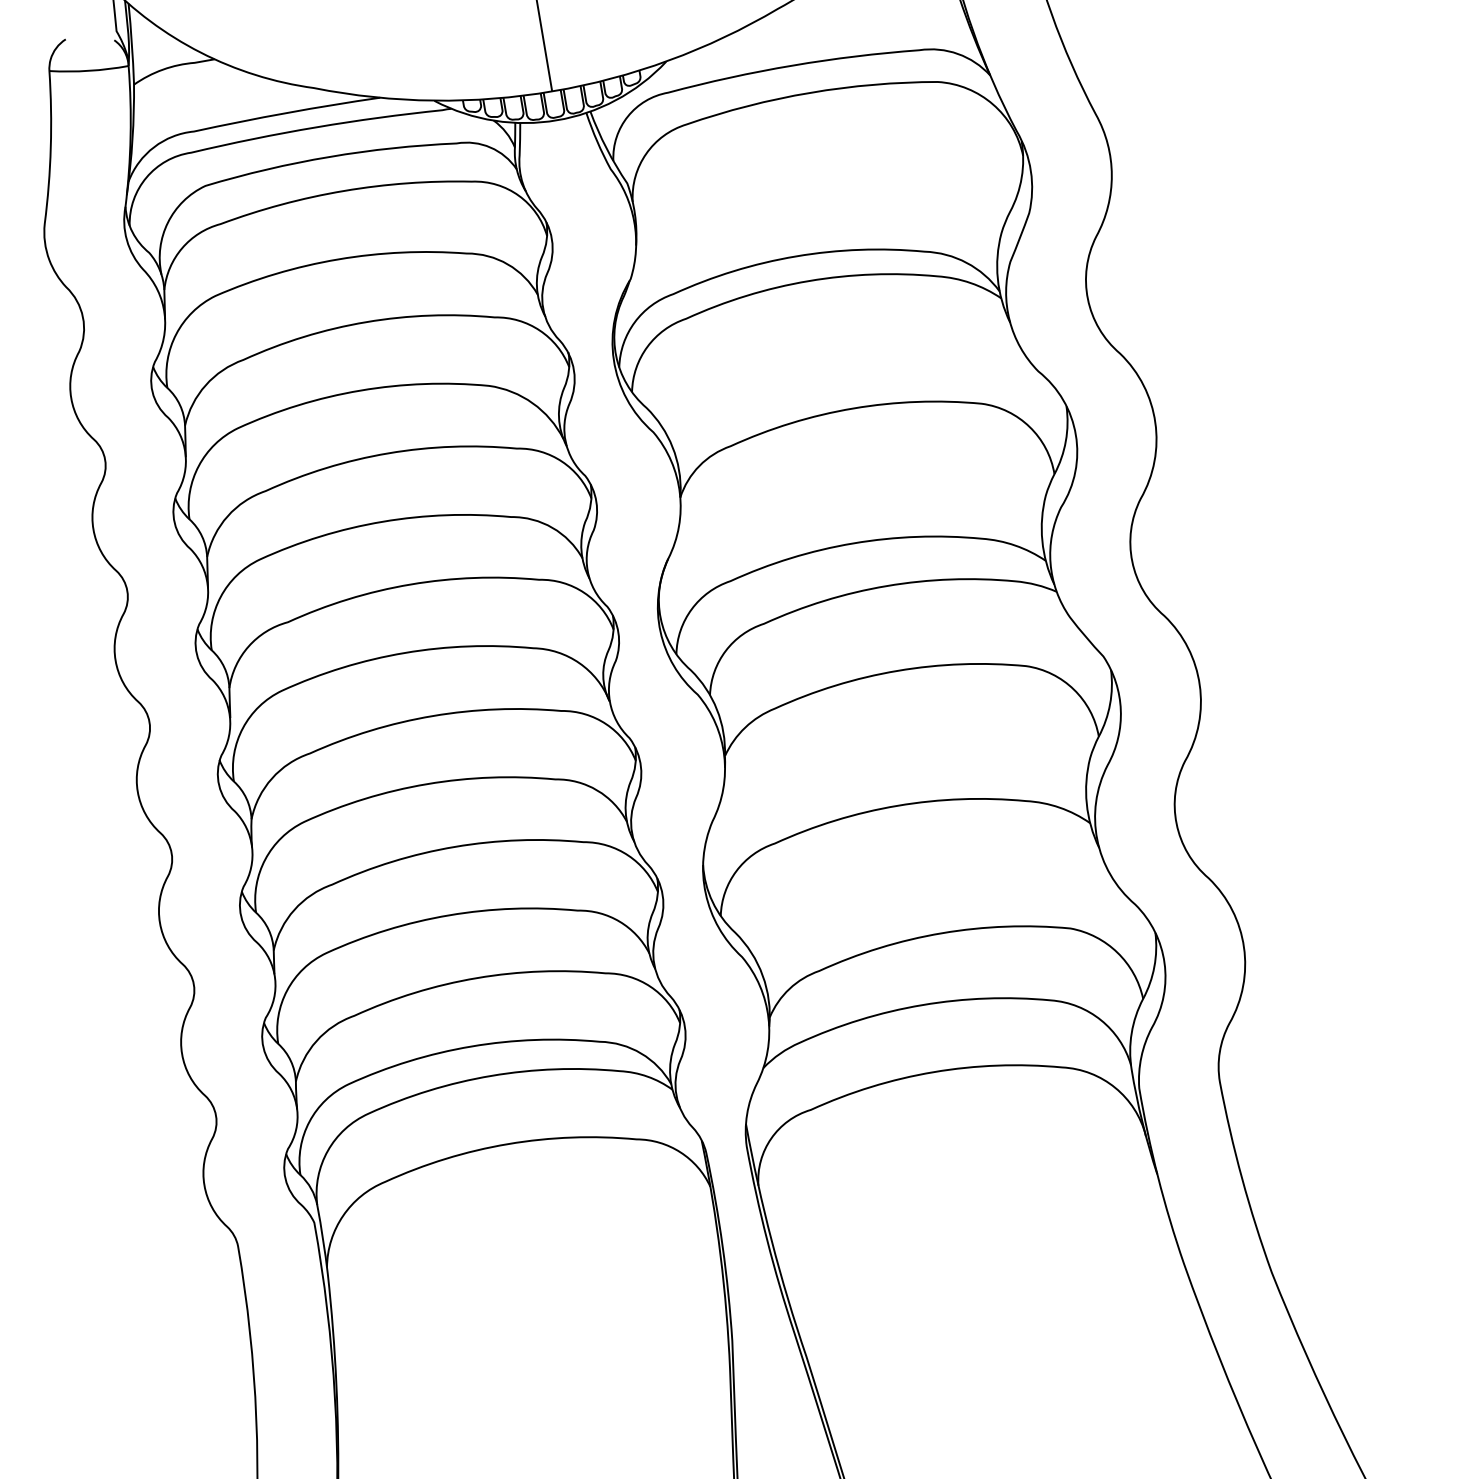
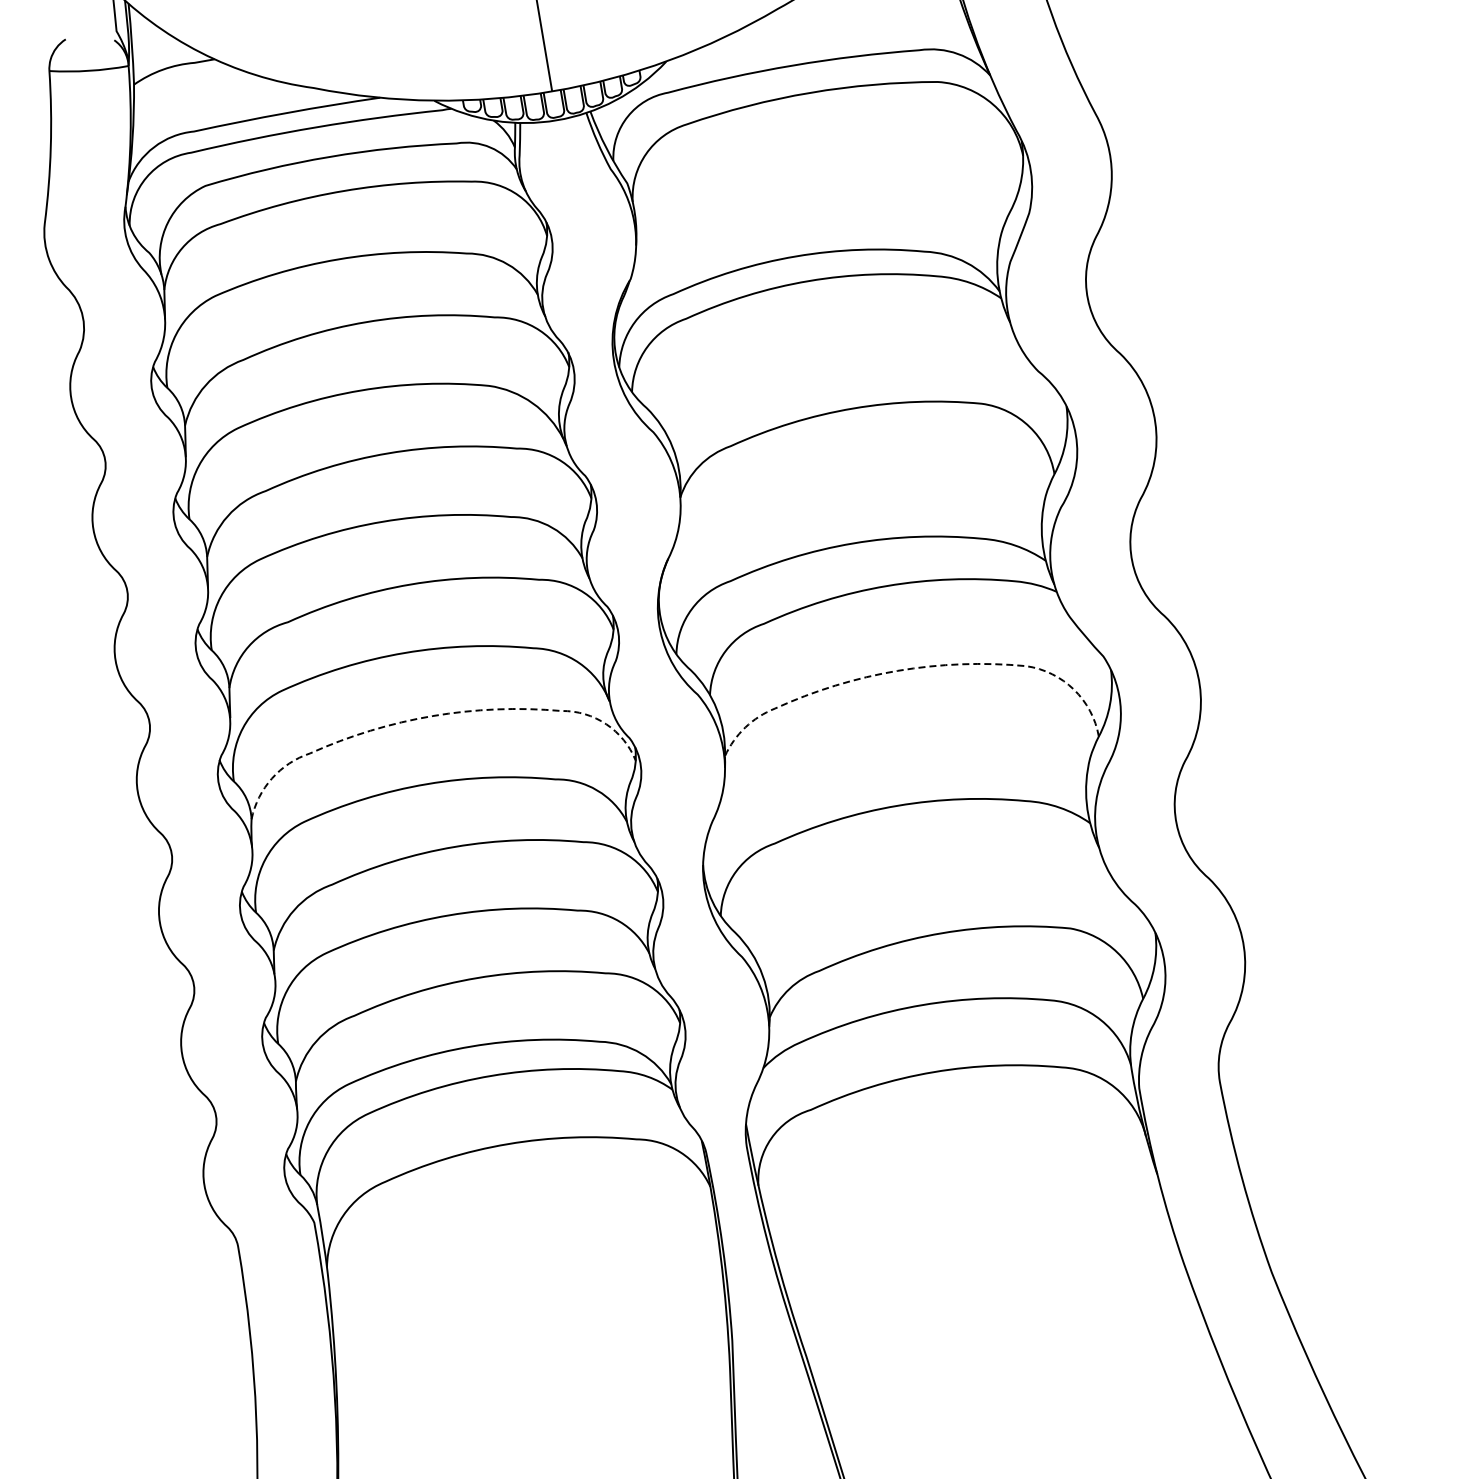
line at (918, 667): solid -> dashed
line at (434, 715): solid -> dashed
